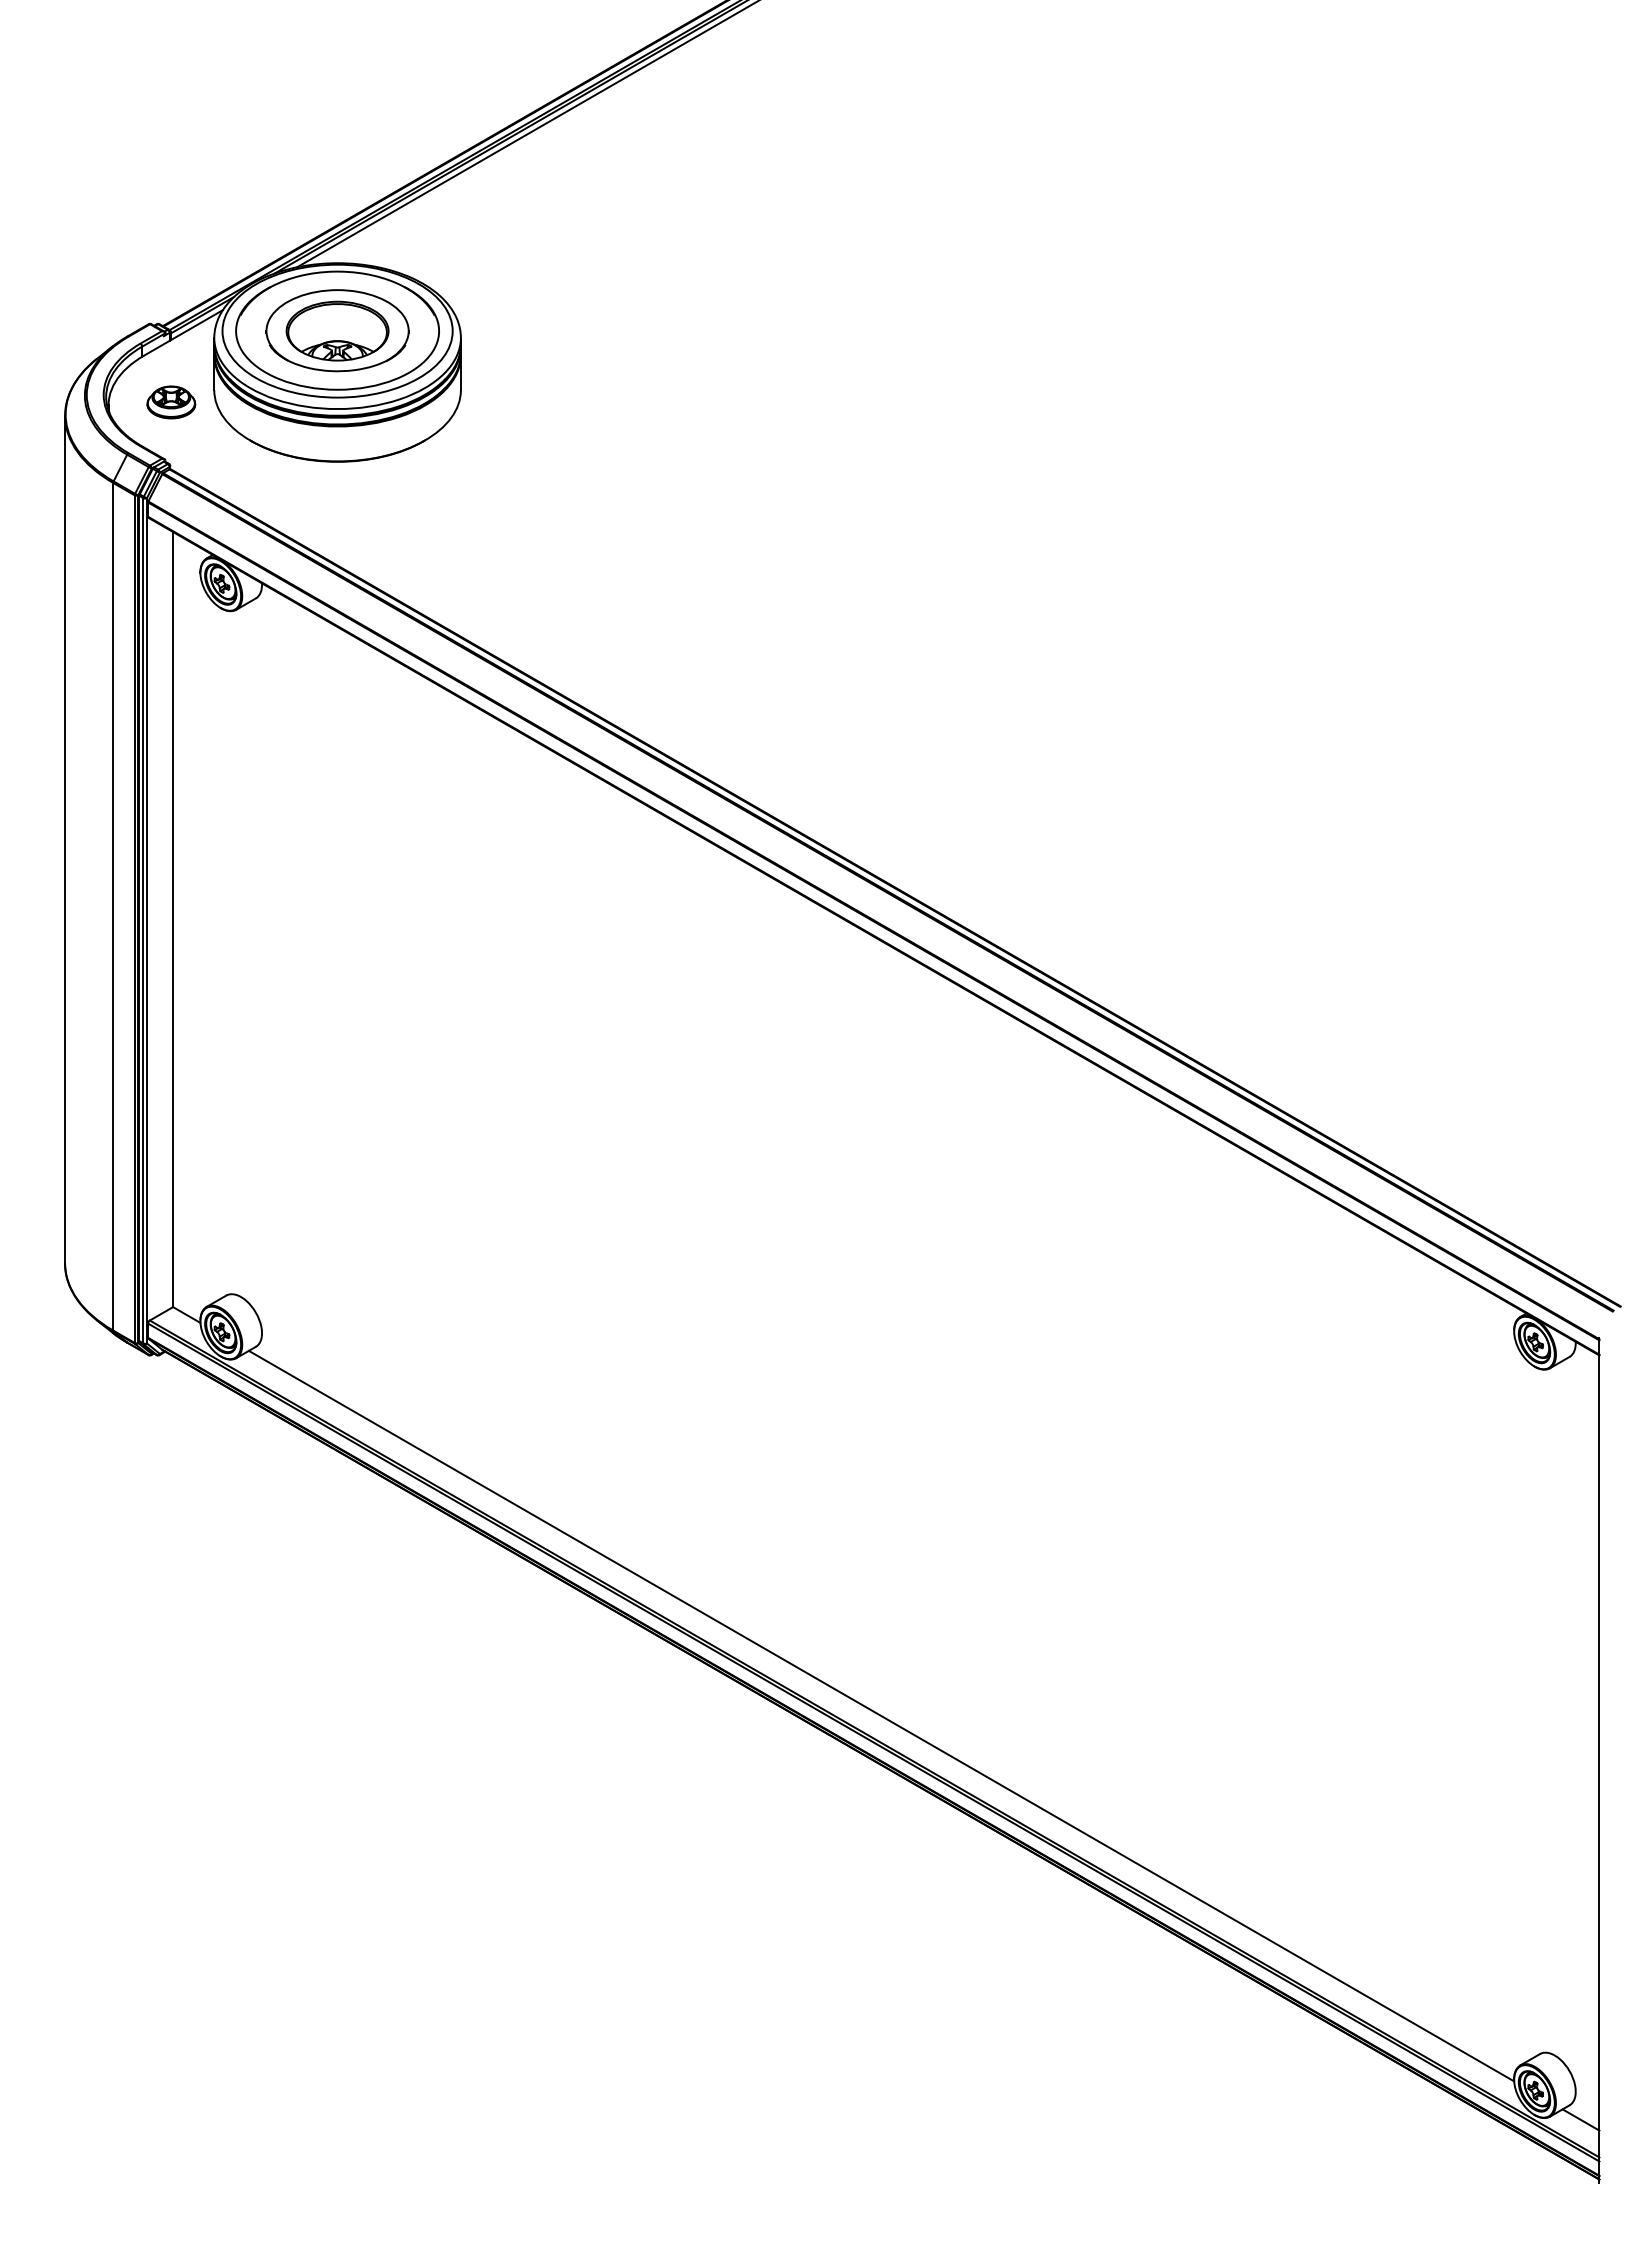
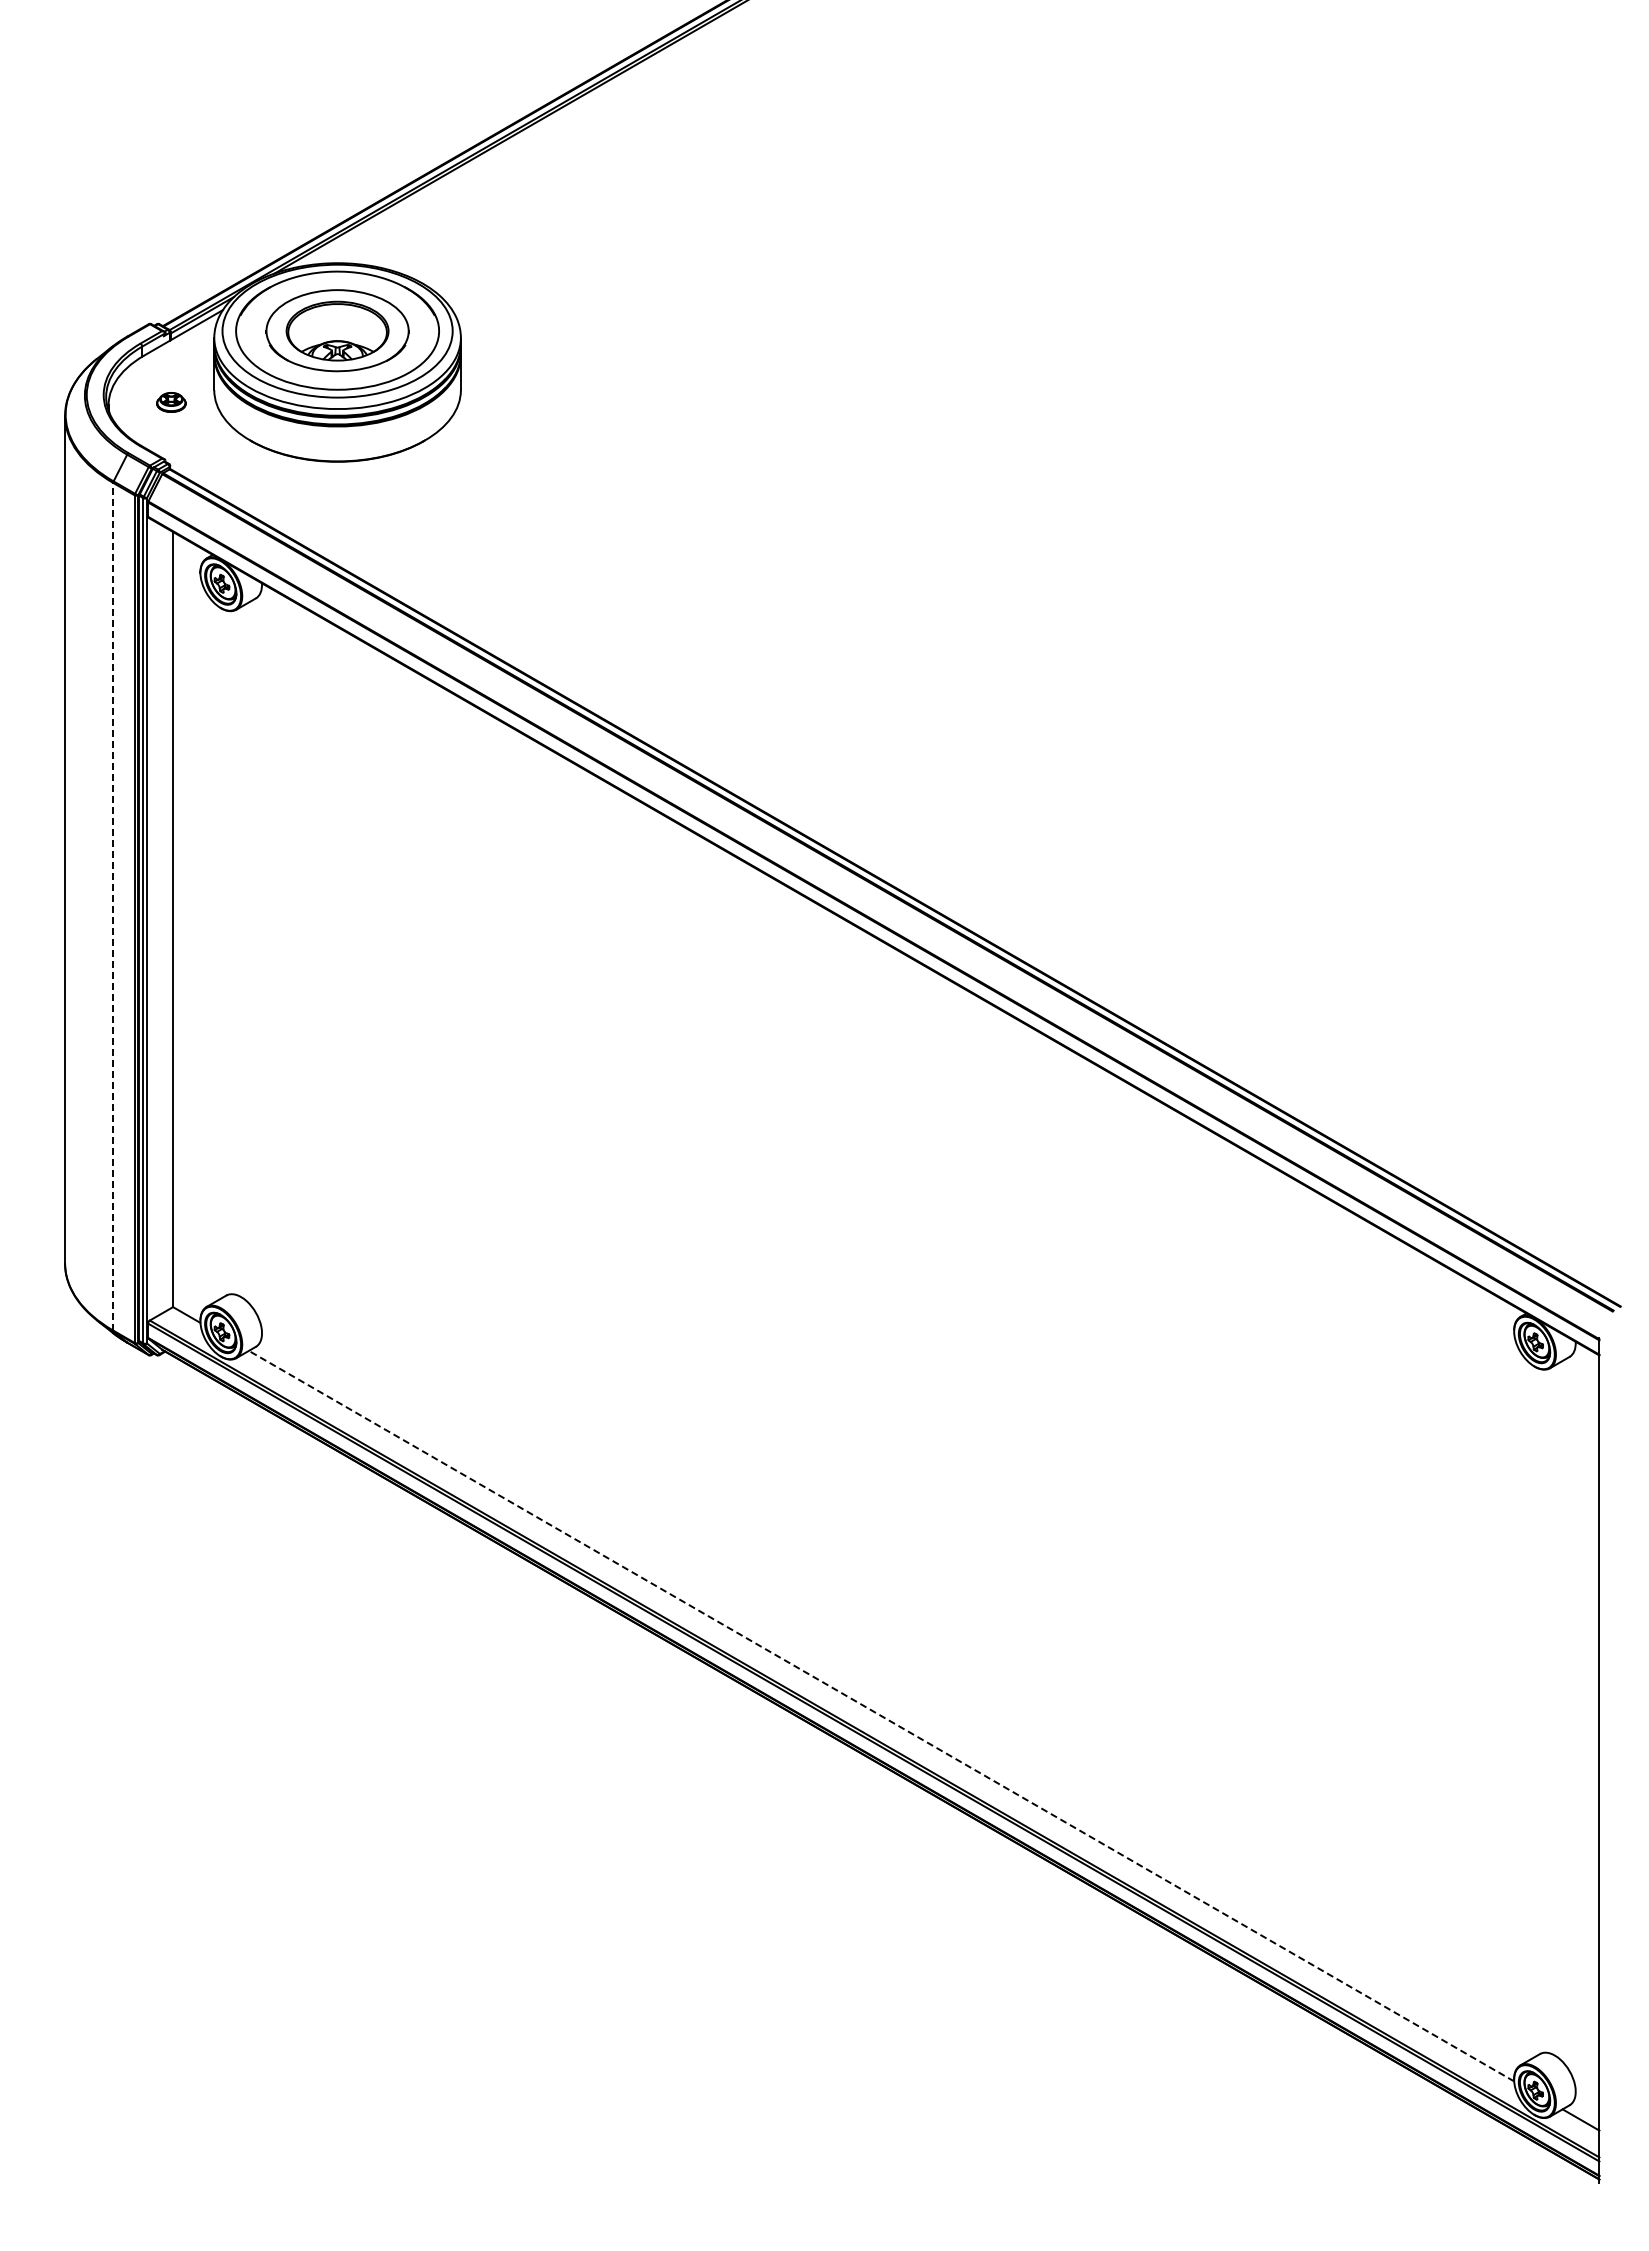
line at (526, 134): present -> none
part at (171, 402) size: 51x35 px -> 31x21 px
line at (113, 906): solid -> dashed
line at (881, 1716): solid -> dashed
